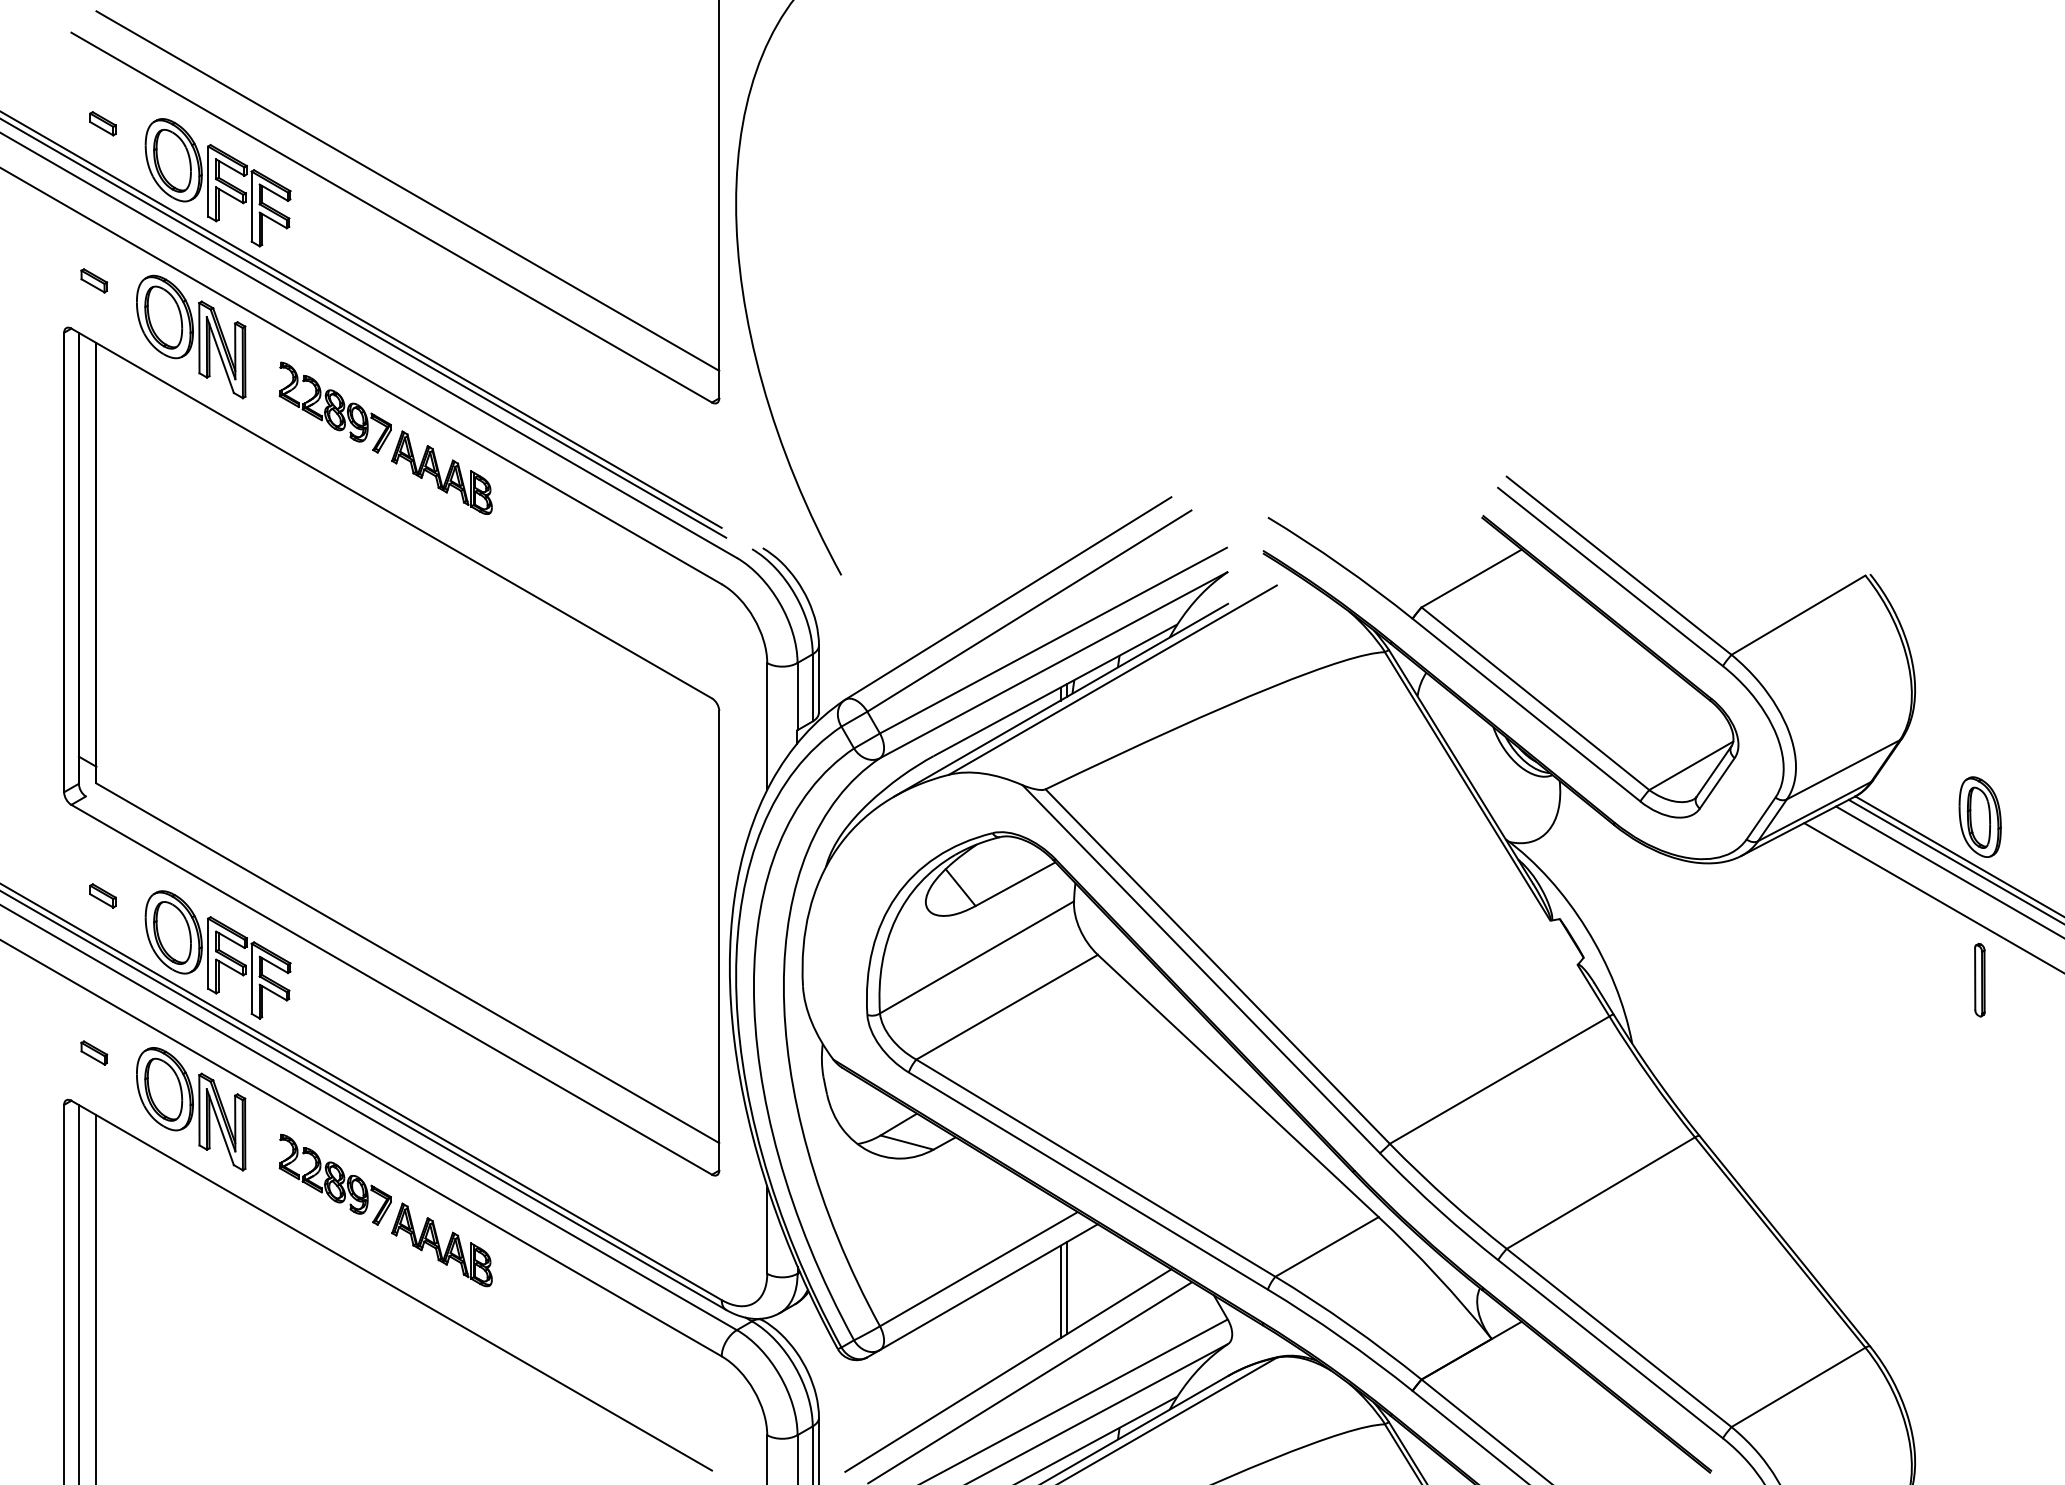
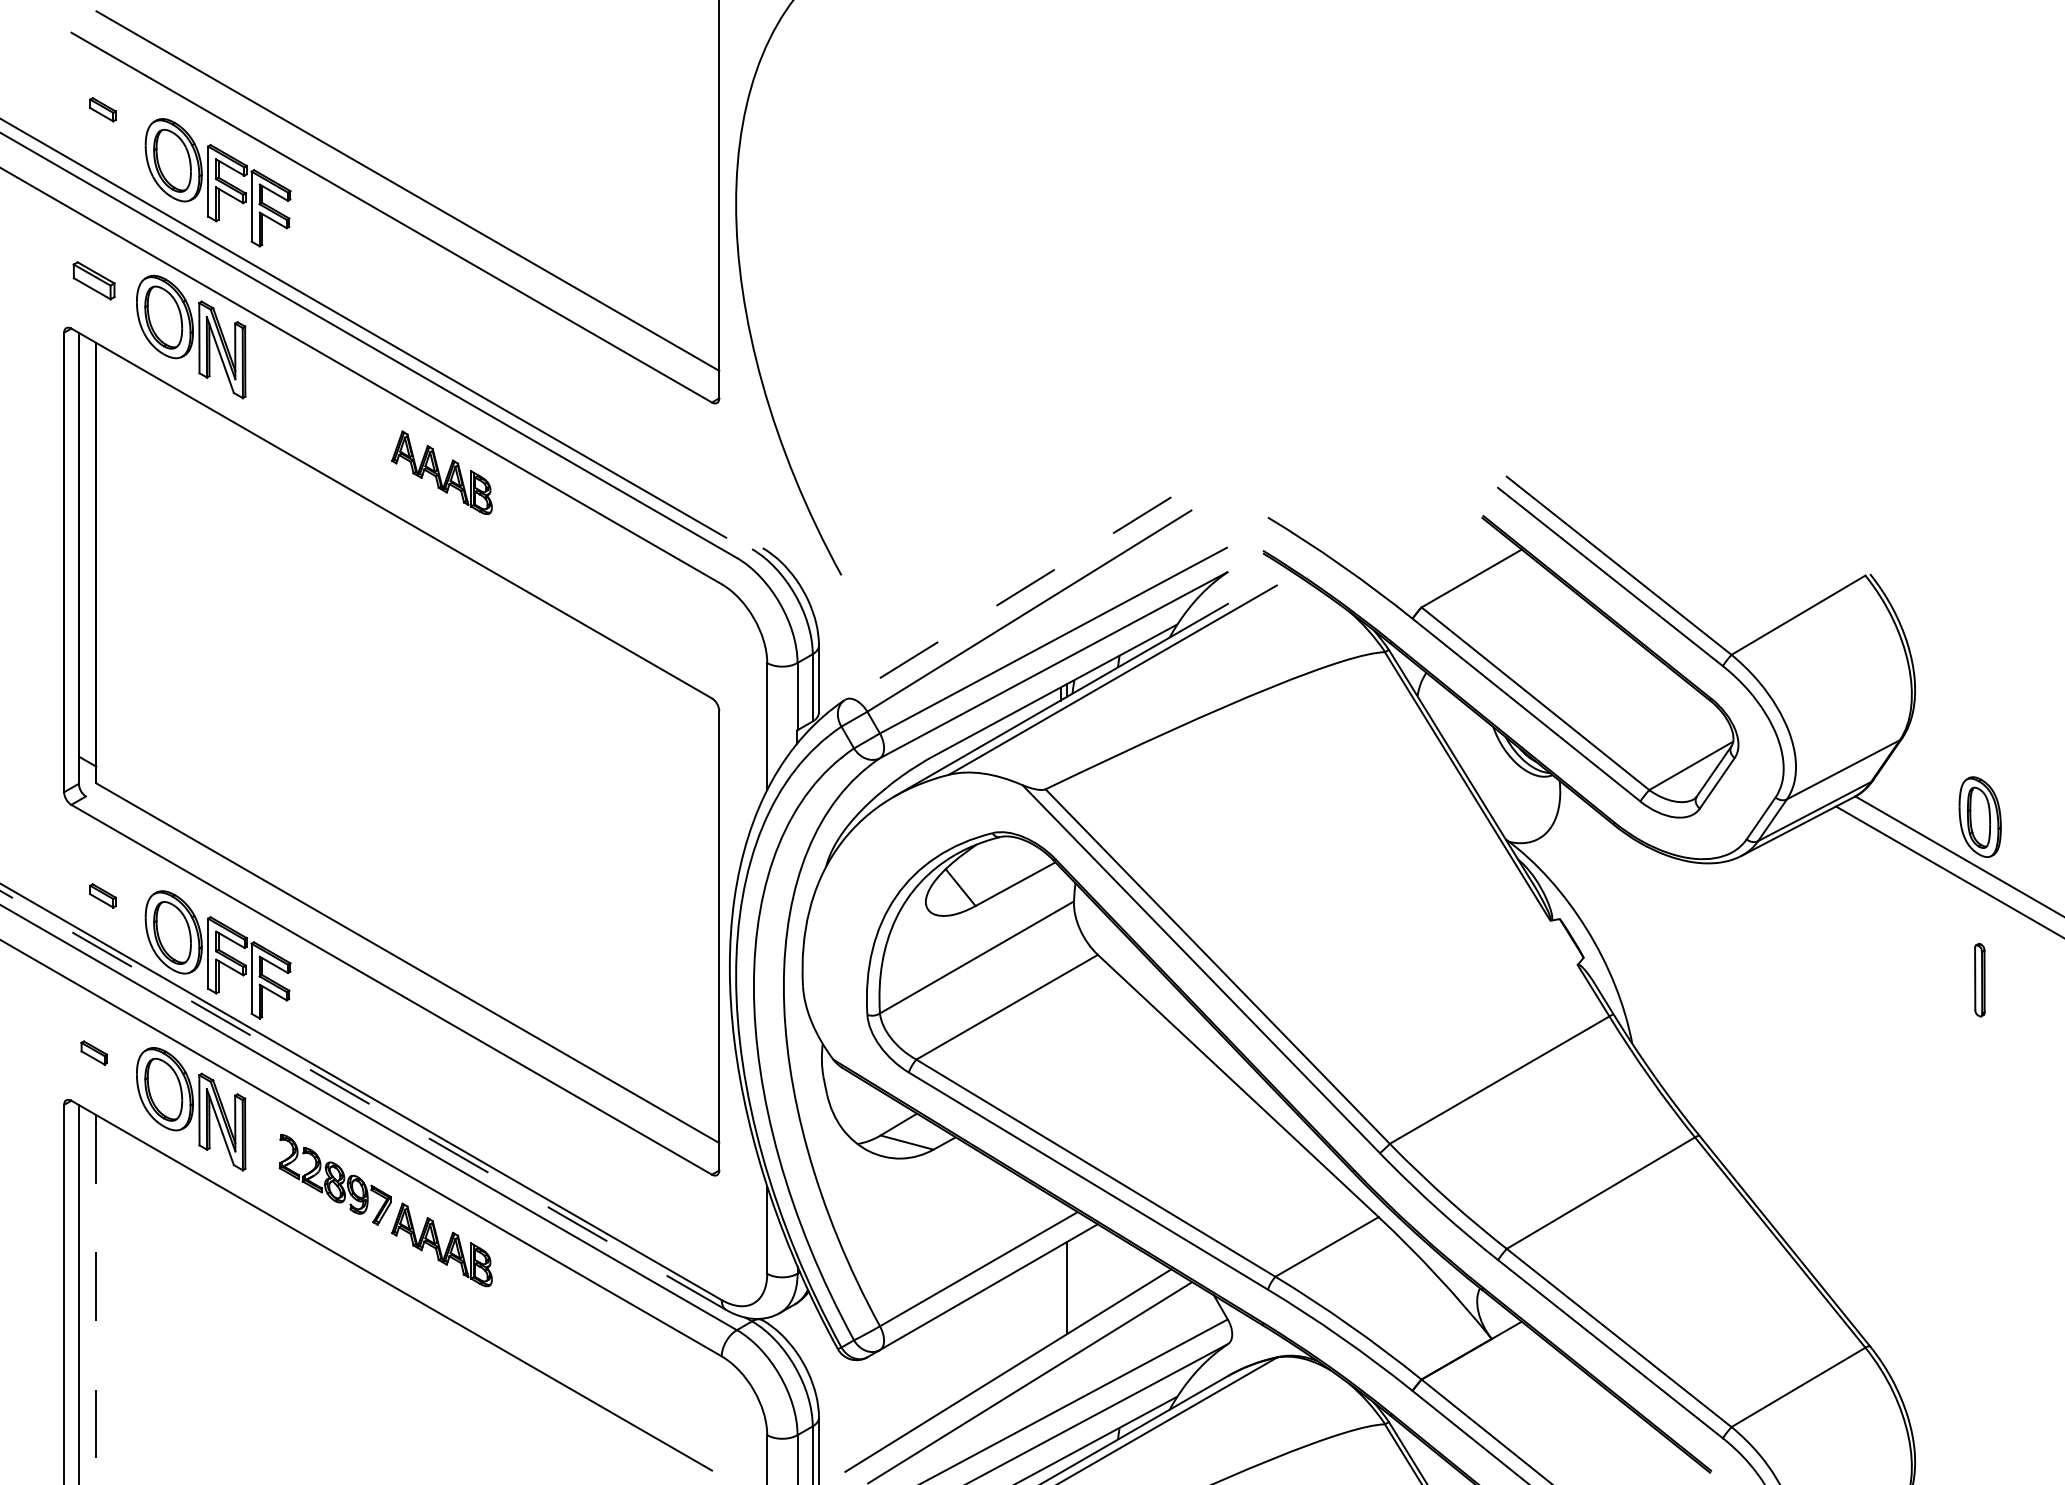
part at (102, 123) position: (102, 123) -> (102, 109)
part at (94, 280) size: 29x26 px -> 44x40 px
line at (361, 319): present -> none
part at (334, 407): present -> none
line at (1008, 598): solid -> dashed
line at (1954, 860): present -> none
line at (1932, 897): present -> none
line at (362, 1100): solid -> dashed
line at (1060, 1291): present -> none
line at (96, 1299): solid -> dashed
